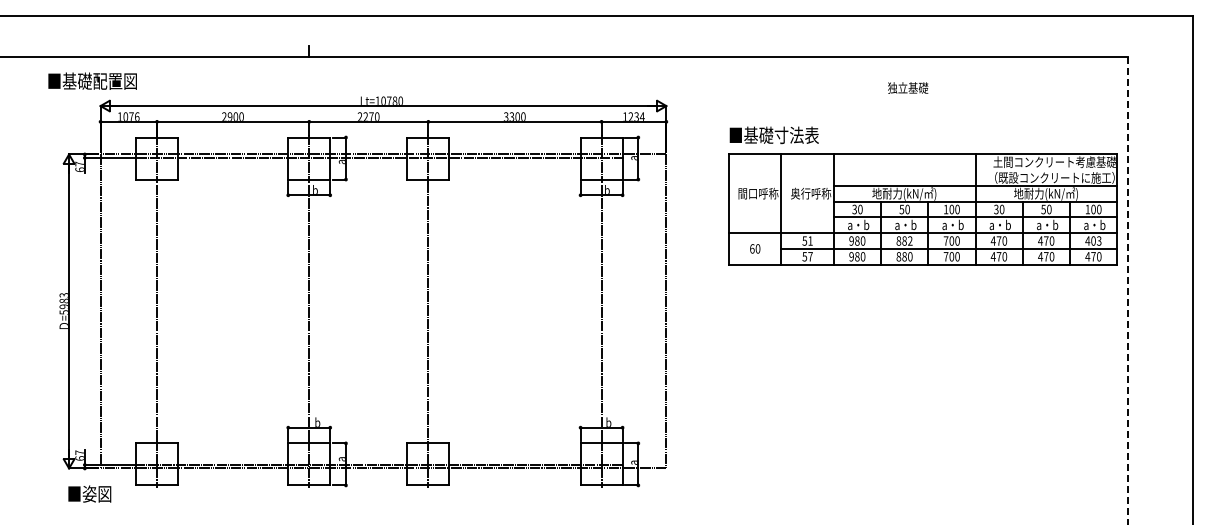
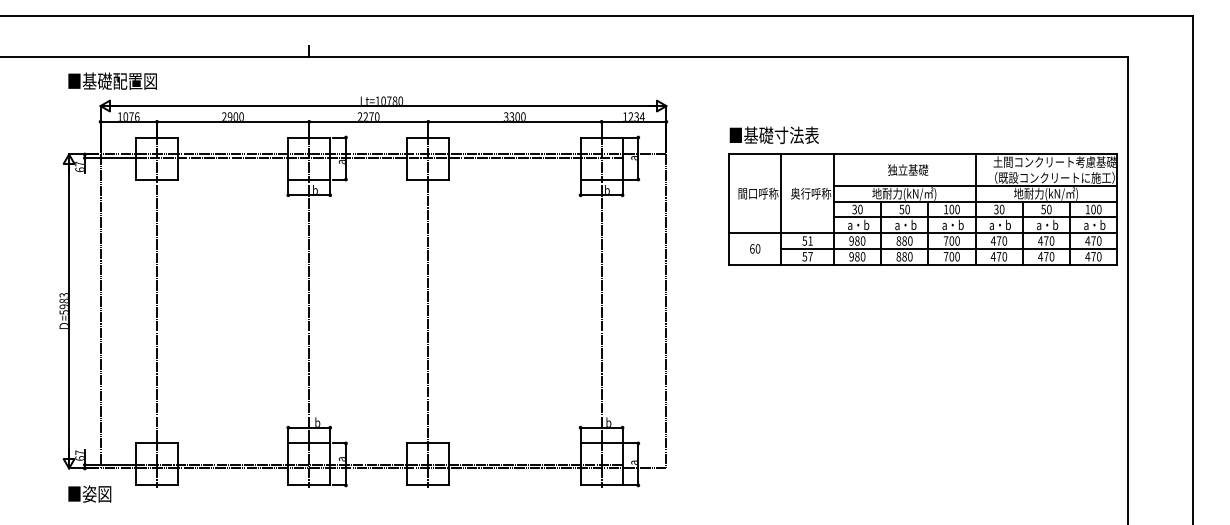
text at (92, 80) position: (92, 80) -> (112, 80)
text at (908, 87) position: (908, 87) -> (908, 169)
text at (910, 240): 882 -> 880
text at (1096, 240): 403 -> 470
line at (1128, 290): dashed -> solid
